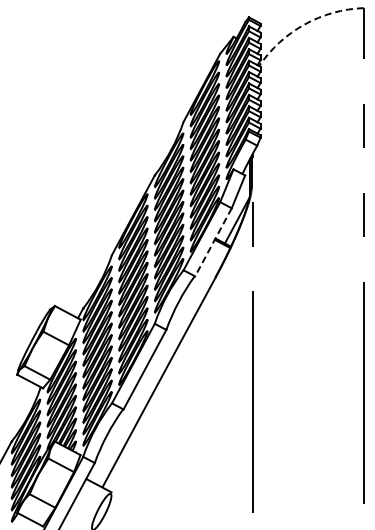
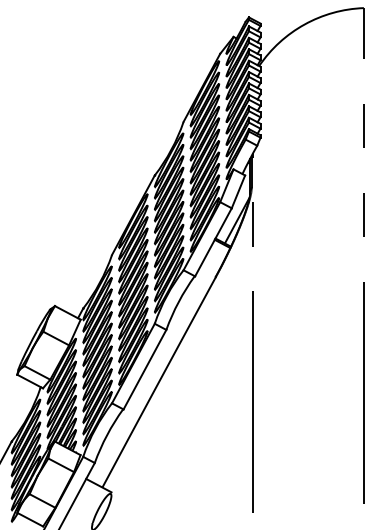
arc at (304, 24): dashed -> solid
line at (213, 242): dashed -> solid
